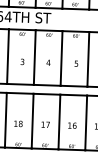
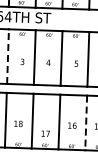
line at (8, 56): solid -> dashed
line at (86, 123): solid -> dashed
text at (45, 124) position: (45, 124) -> (45, 133)
